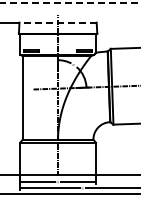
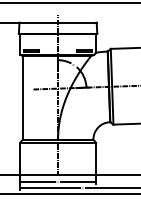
line at (70, 3): dashed -> solid
line at (58, 22): dashed -> solid
